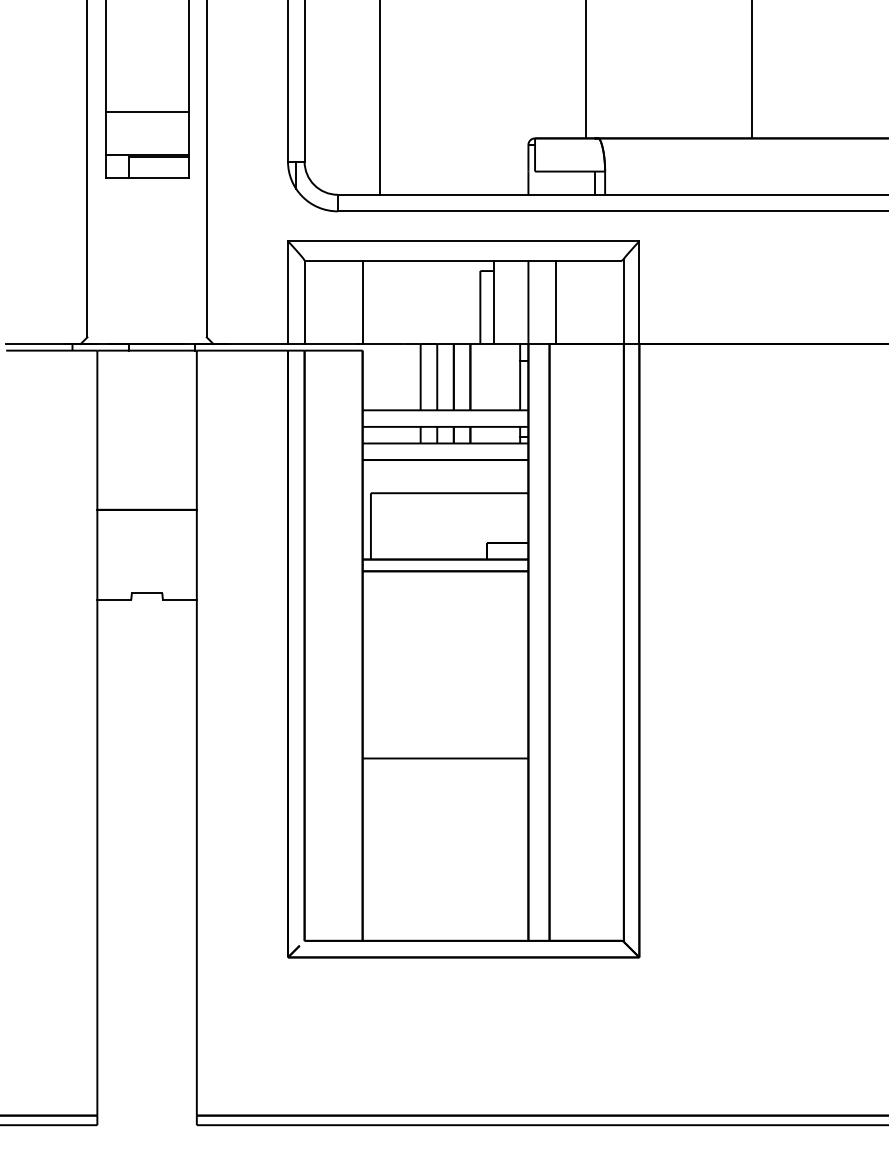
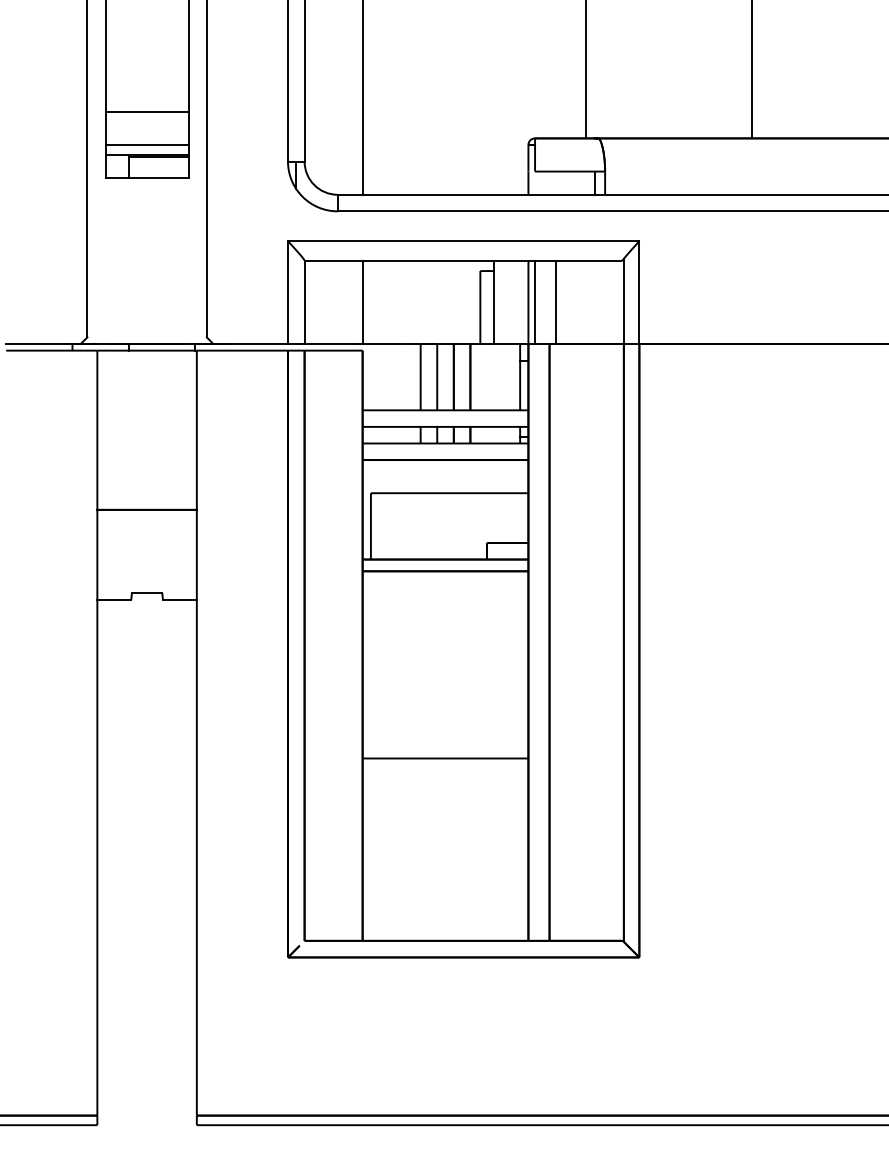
line at (379, 98) position: (379, 98) -> (362, 98)
line at (146, 145): none -> present
line at (535, 302): none -> present
